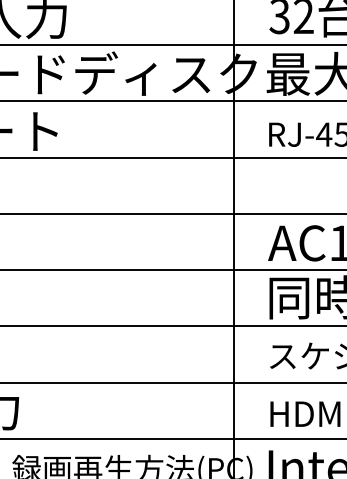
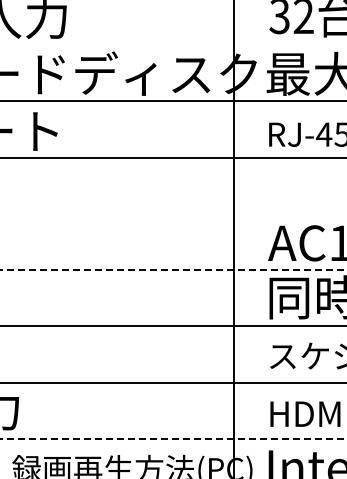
line at (172, 45): present -> none
line at (172, 213): present -> none
line at (173, 270): solid -> dashed
line at (173, 438): solid -> dashed
